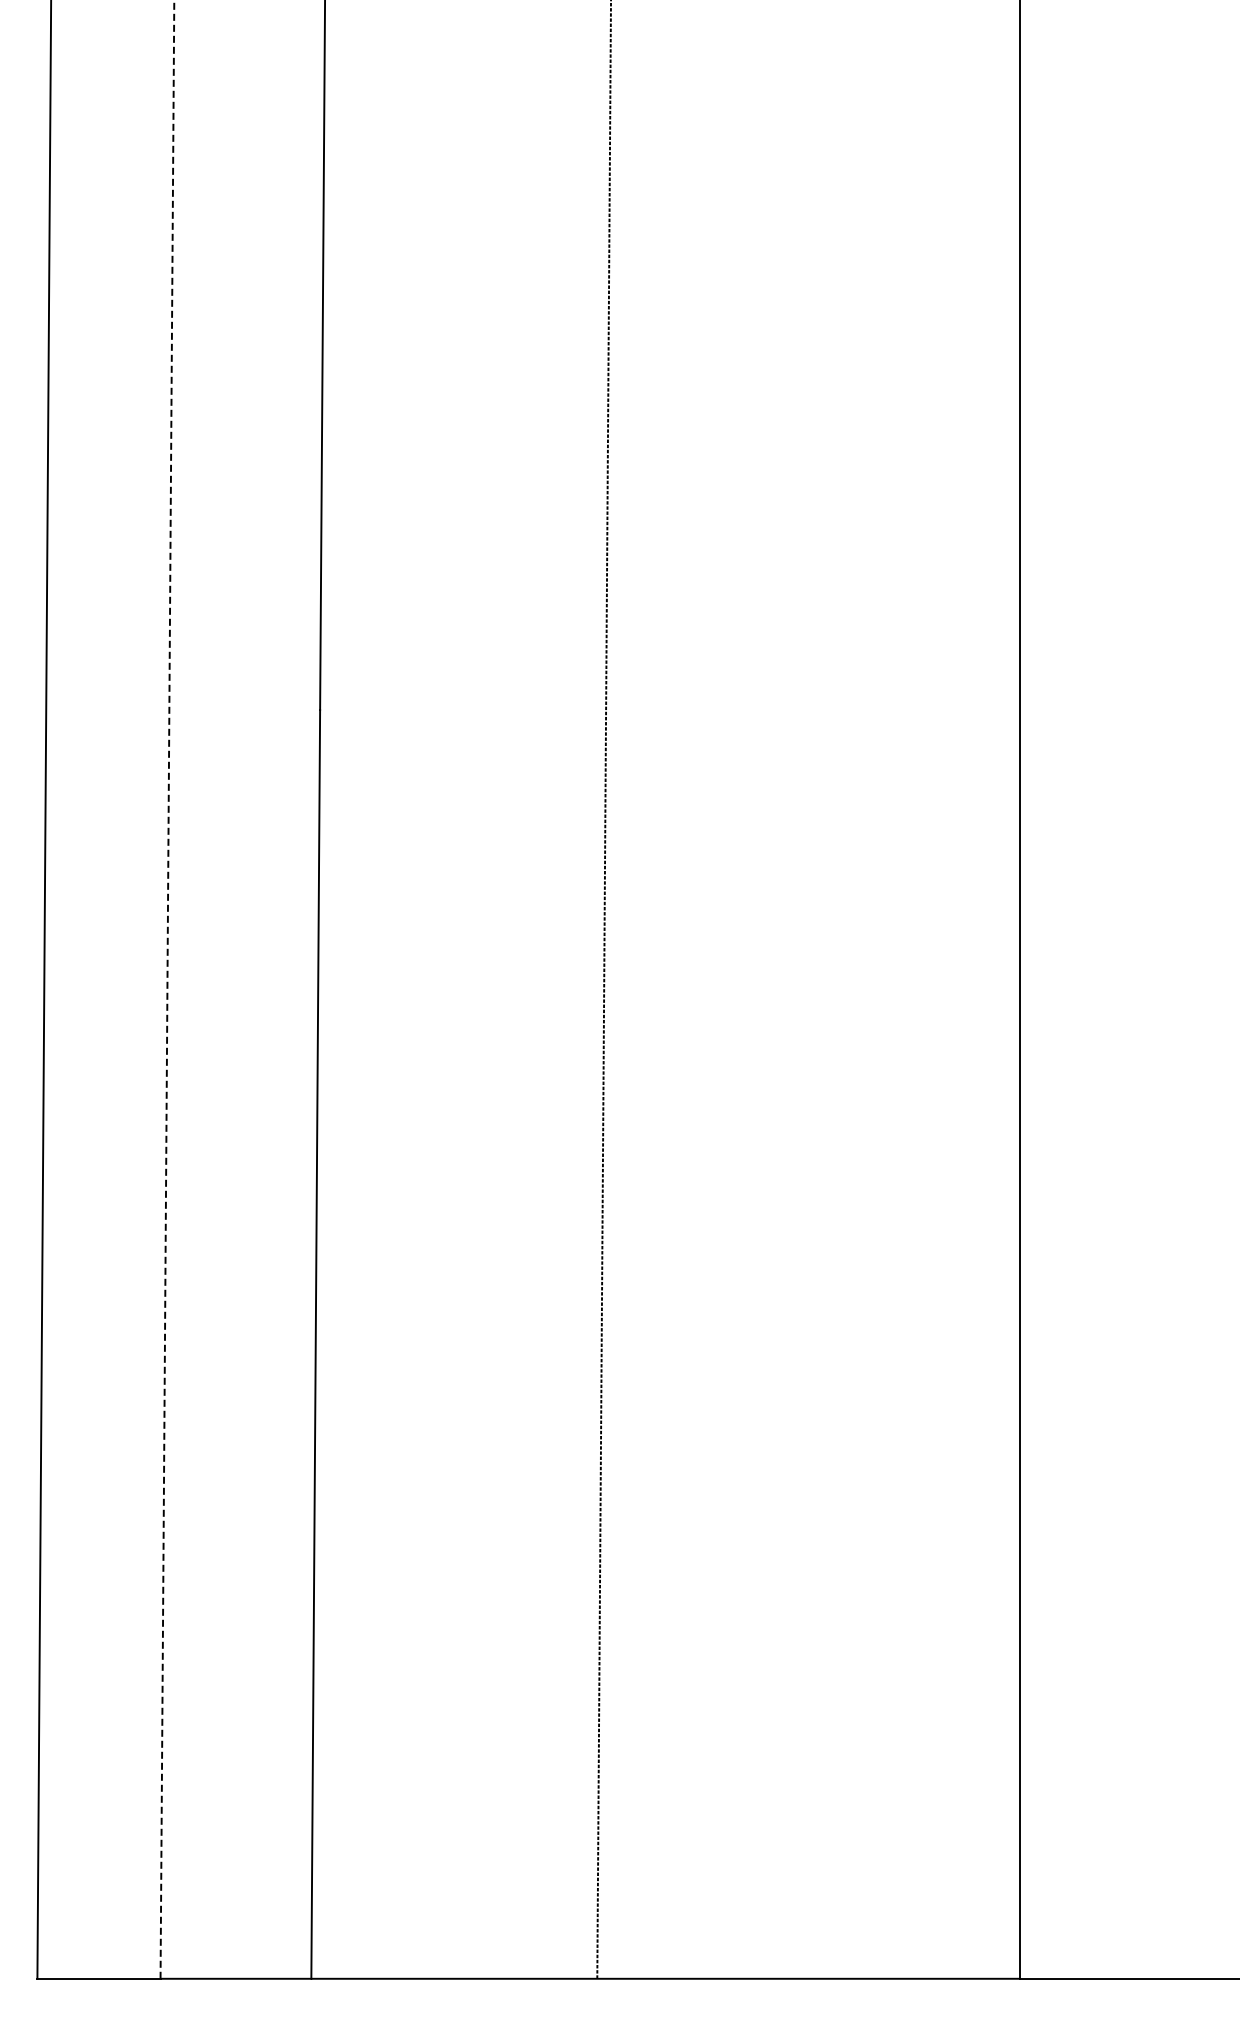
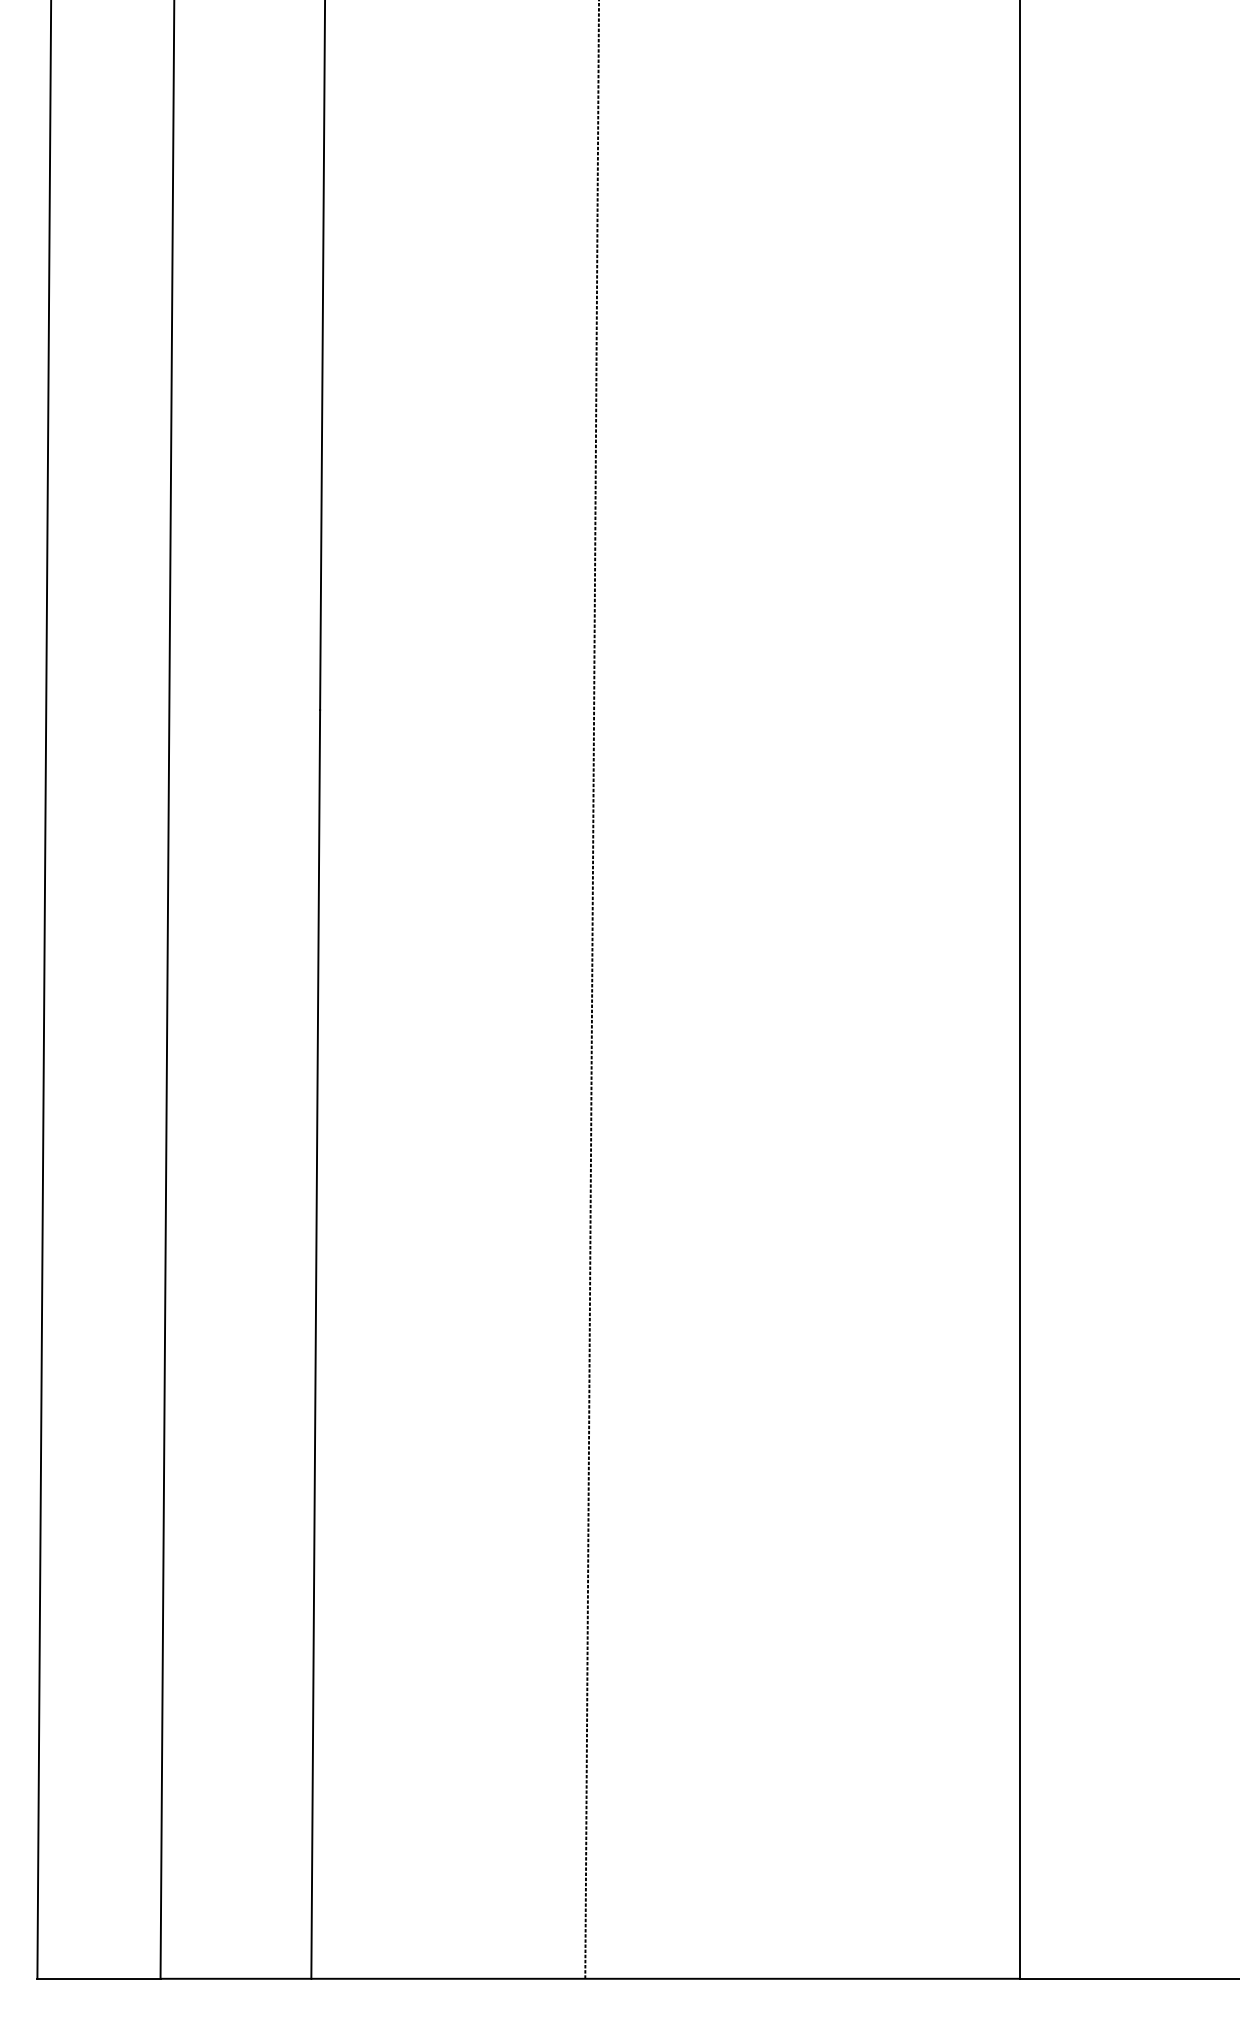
line at (167, 989): dashed -> solid
line at (604, 990) position: (604, 990) -> (592, 990)
